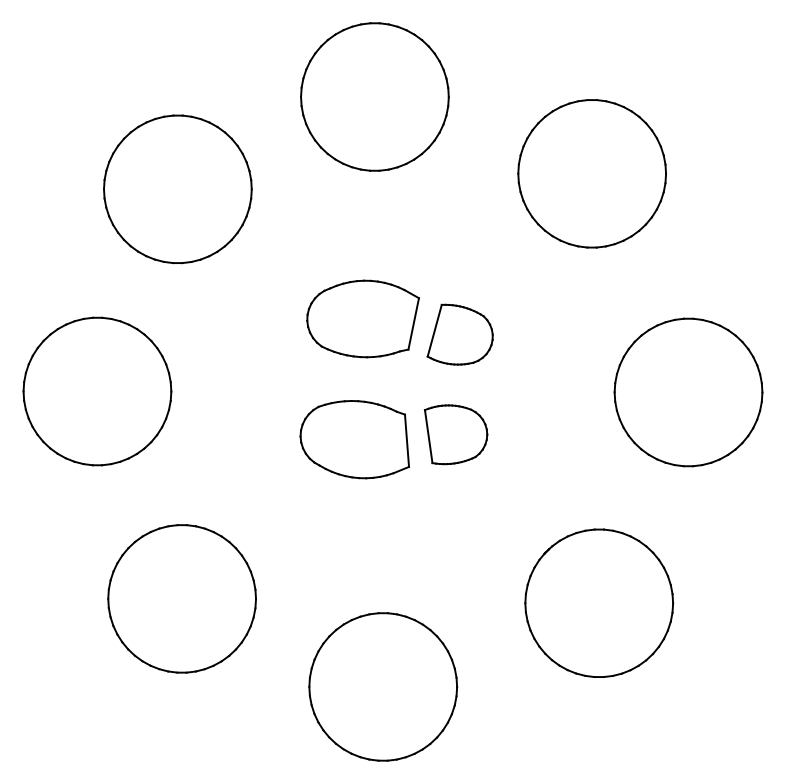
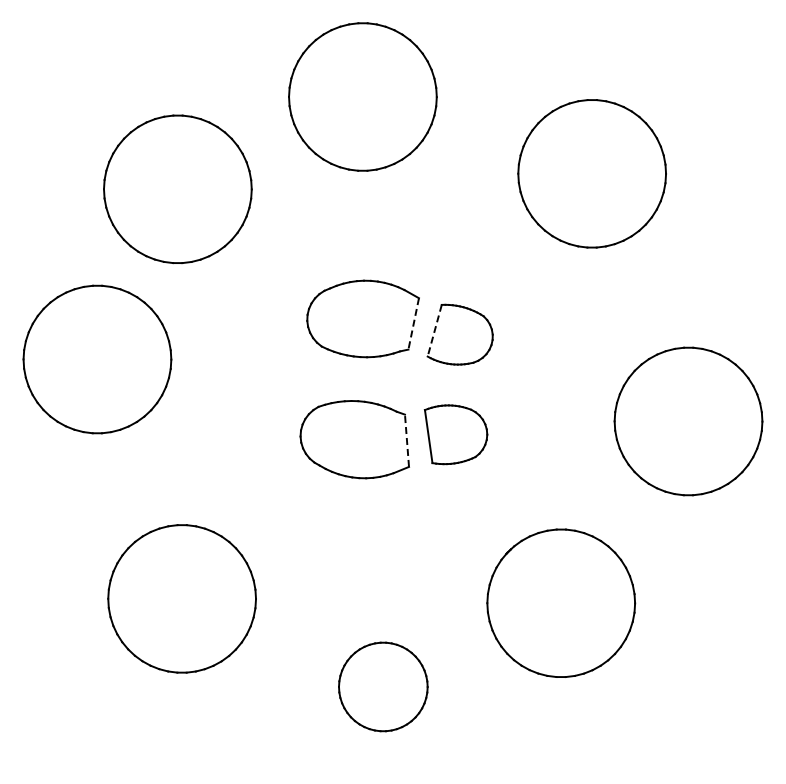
part at (374, 96) position: (374, 96) -> (362, 96)
line at (413, 324): solid -> dashed
line at (434, 330): solid -> dashed
part at (97, 391) position: (97, 391) -> (97, 359)
part at (688, 392) position: (688, 392) -> (688, 421)
line at (406, 440): solid -> dashed
part at (599, 602) position: (599, 602) -> (561, 602)
part at (383, 686) size: 151x150 px -> 91x92 px
